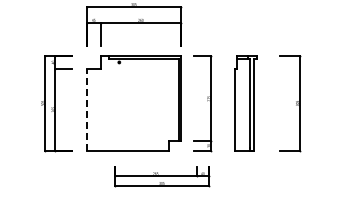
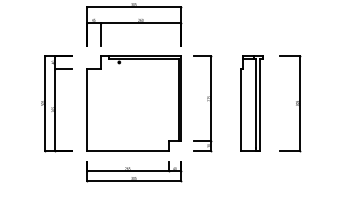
part at (245, 103) position: (245, 103) -> (251, 103)
line at (86, 109): dashed -> solid
part at (162, 176) position: (162, 176) -> (134, 171)
